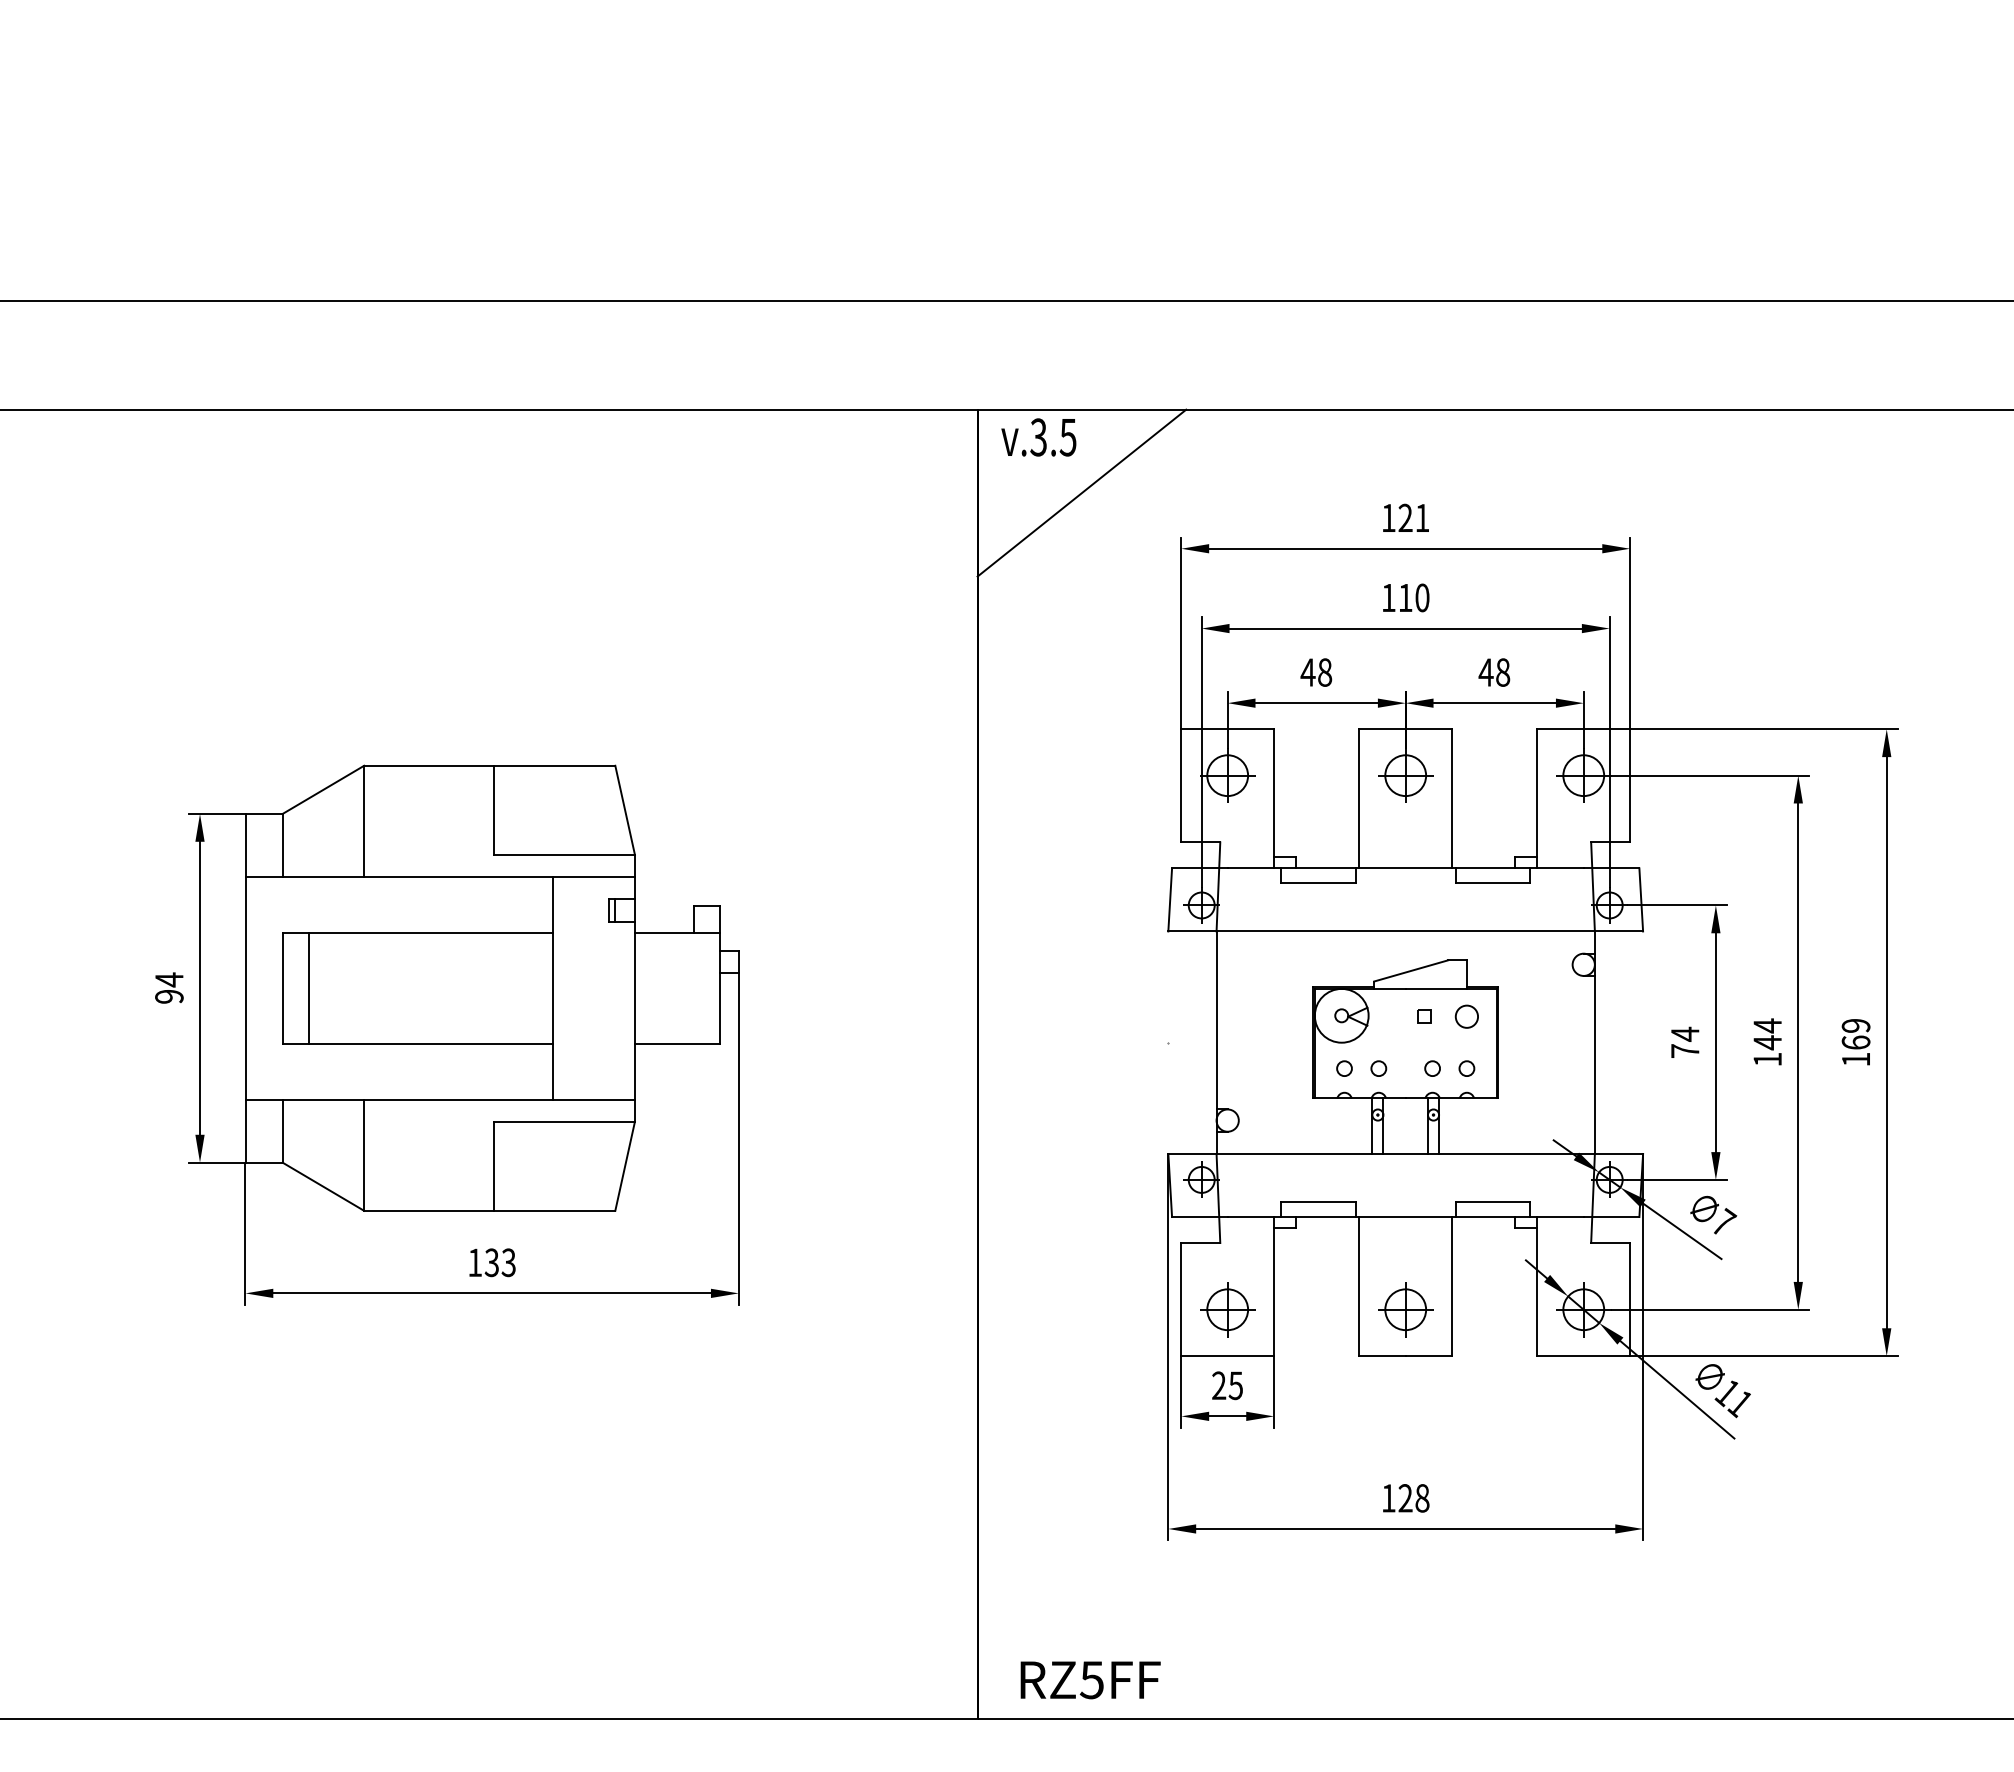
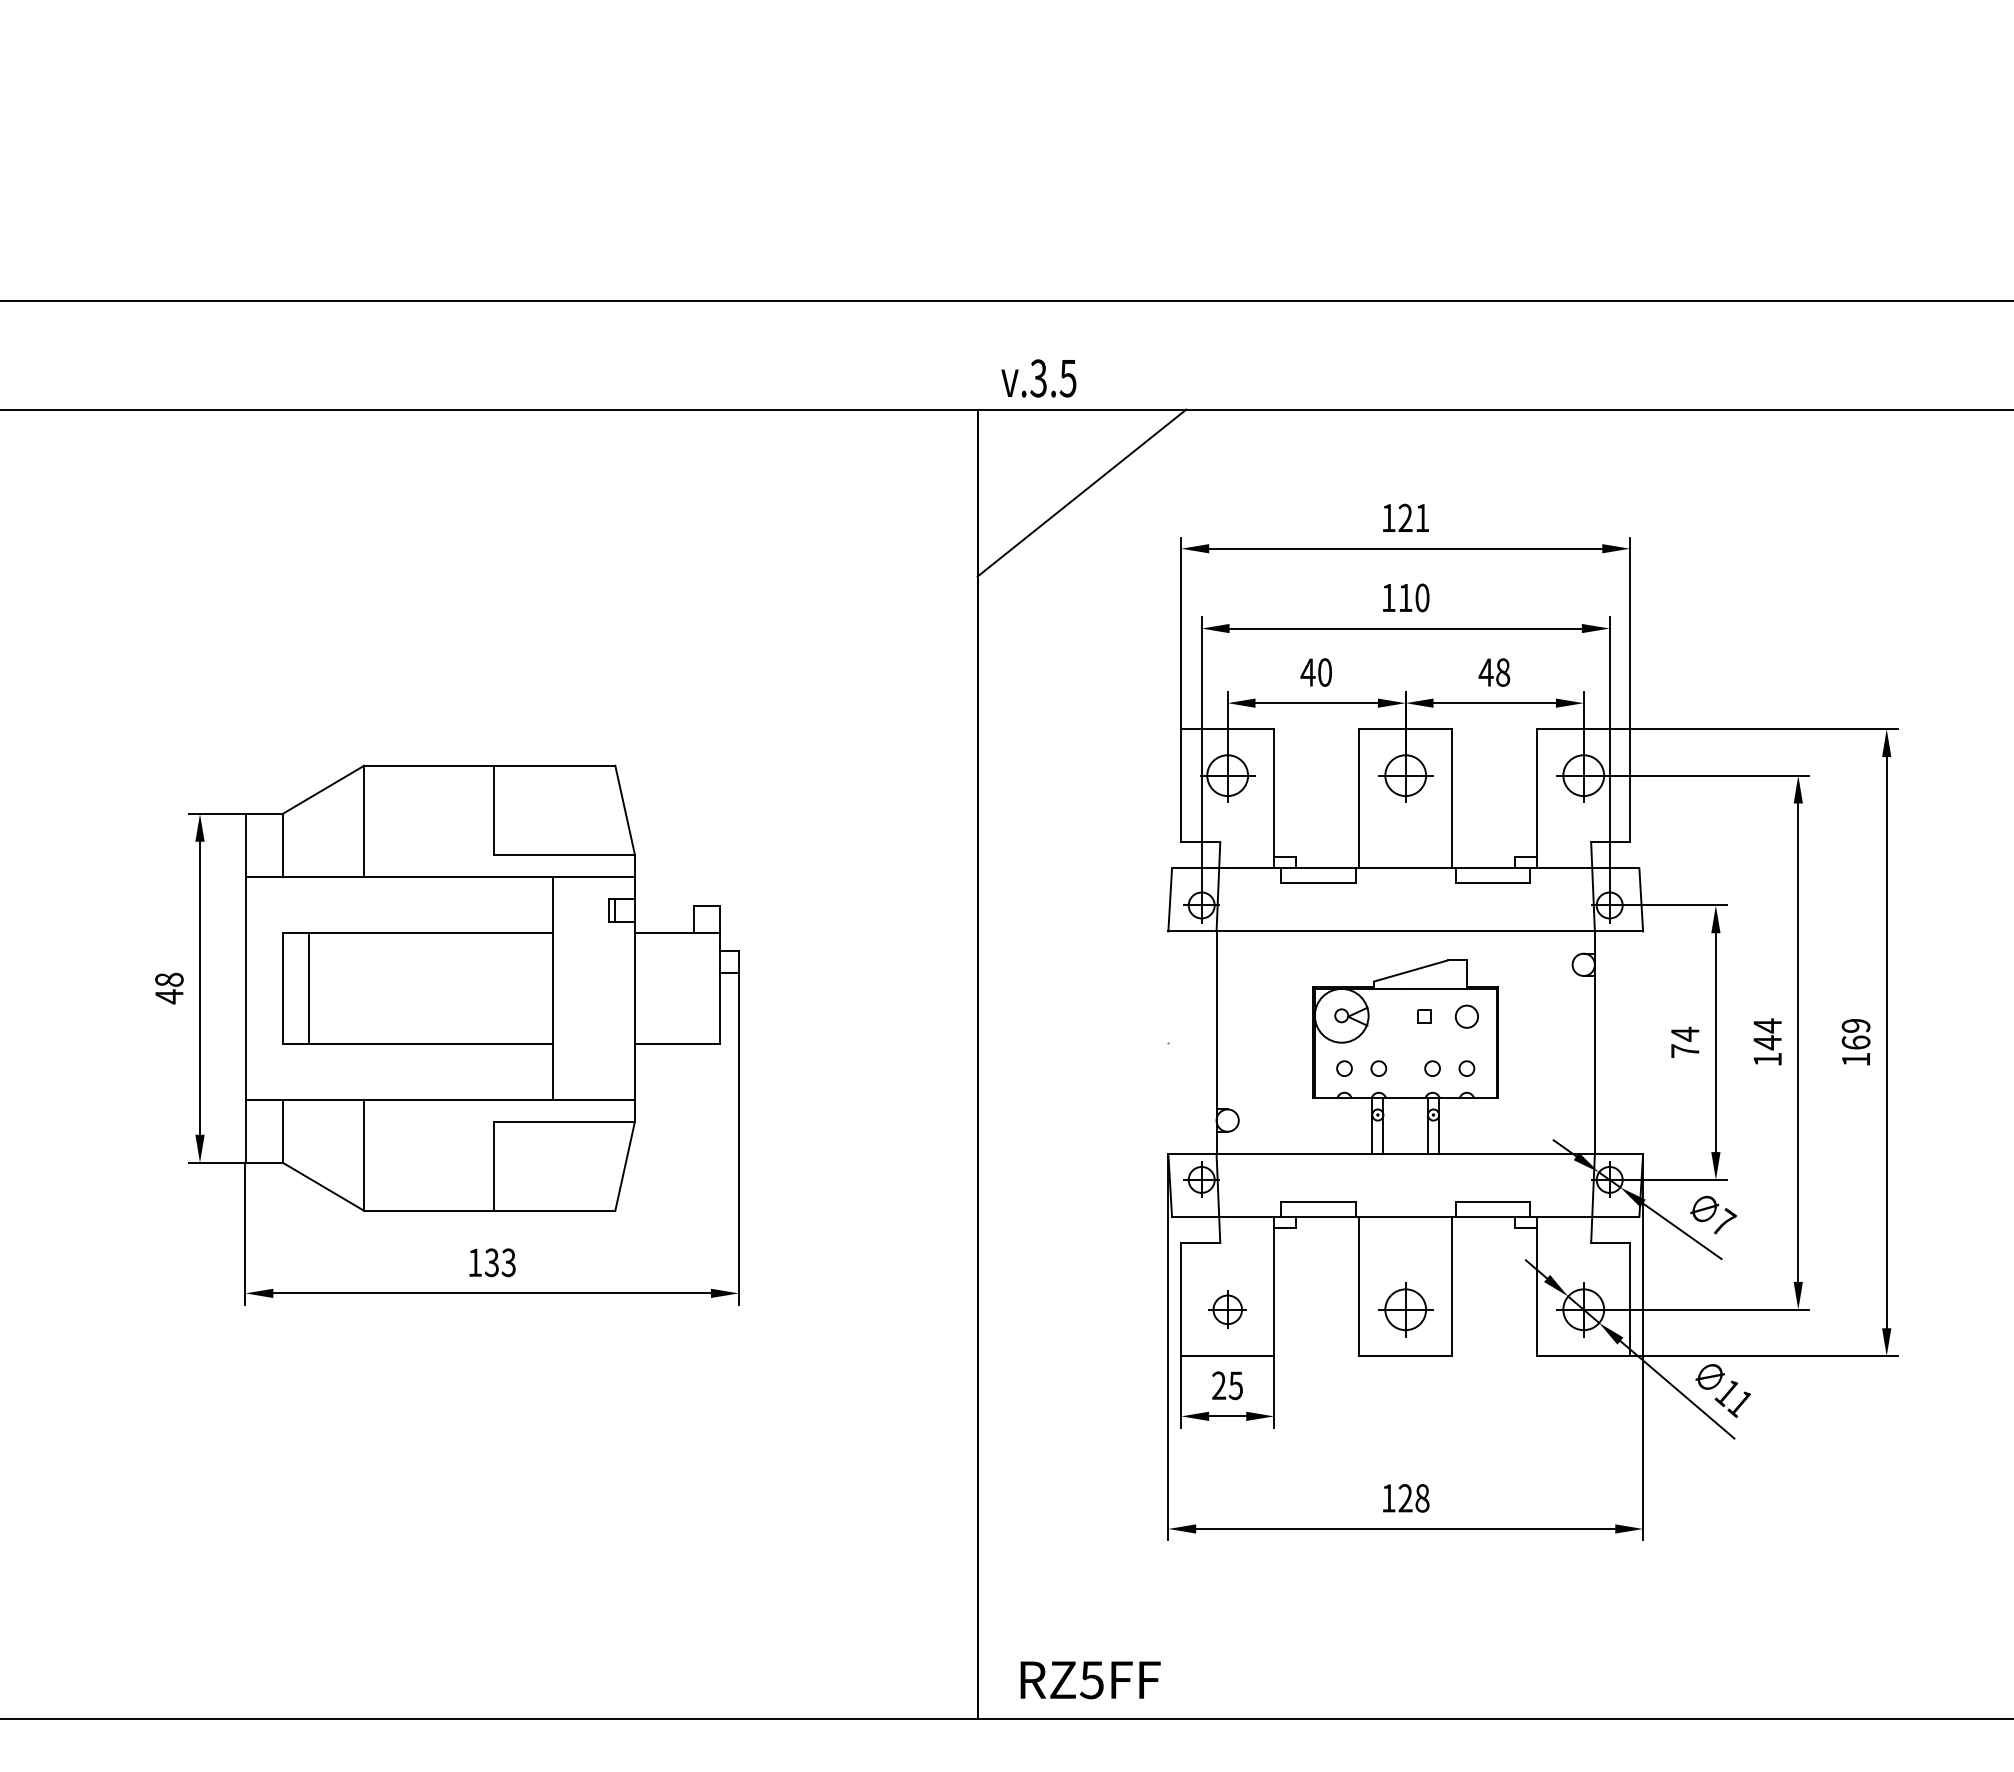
text at (1038, 437) position: (1038, 437) -> (1038, 378)
text at (1325, 672): 48 -> 40
text at (169, 988): 94 -> 48
part at (1227, 1309) size: 56x56 px -> 39x39 px
